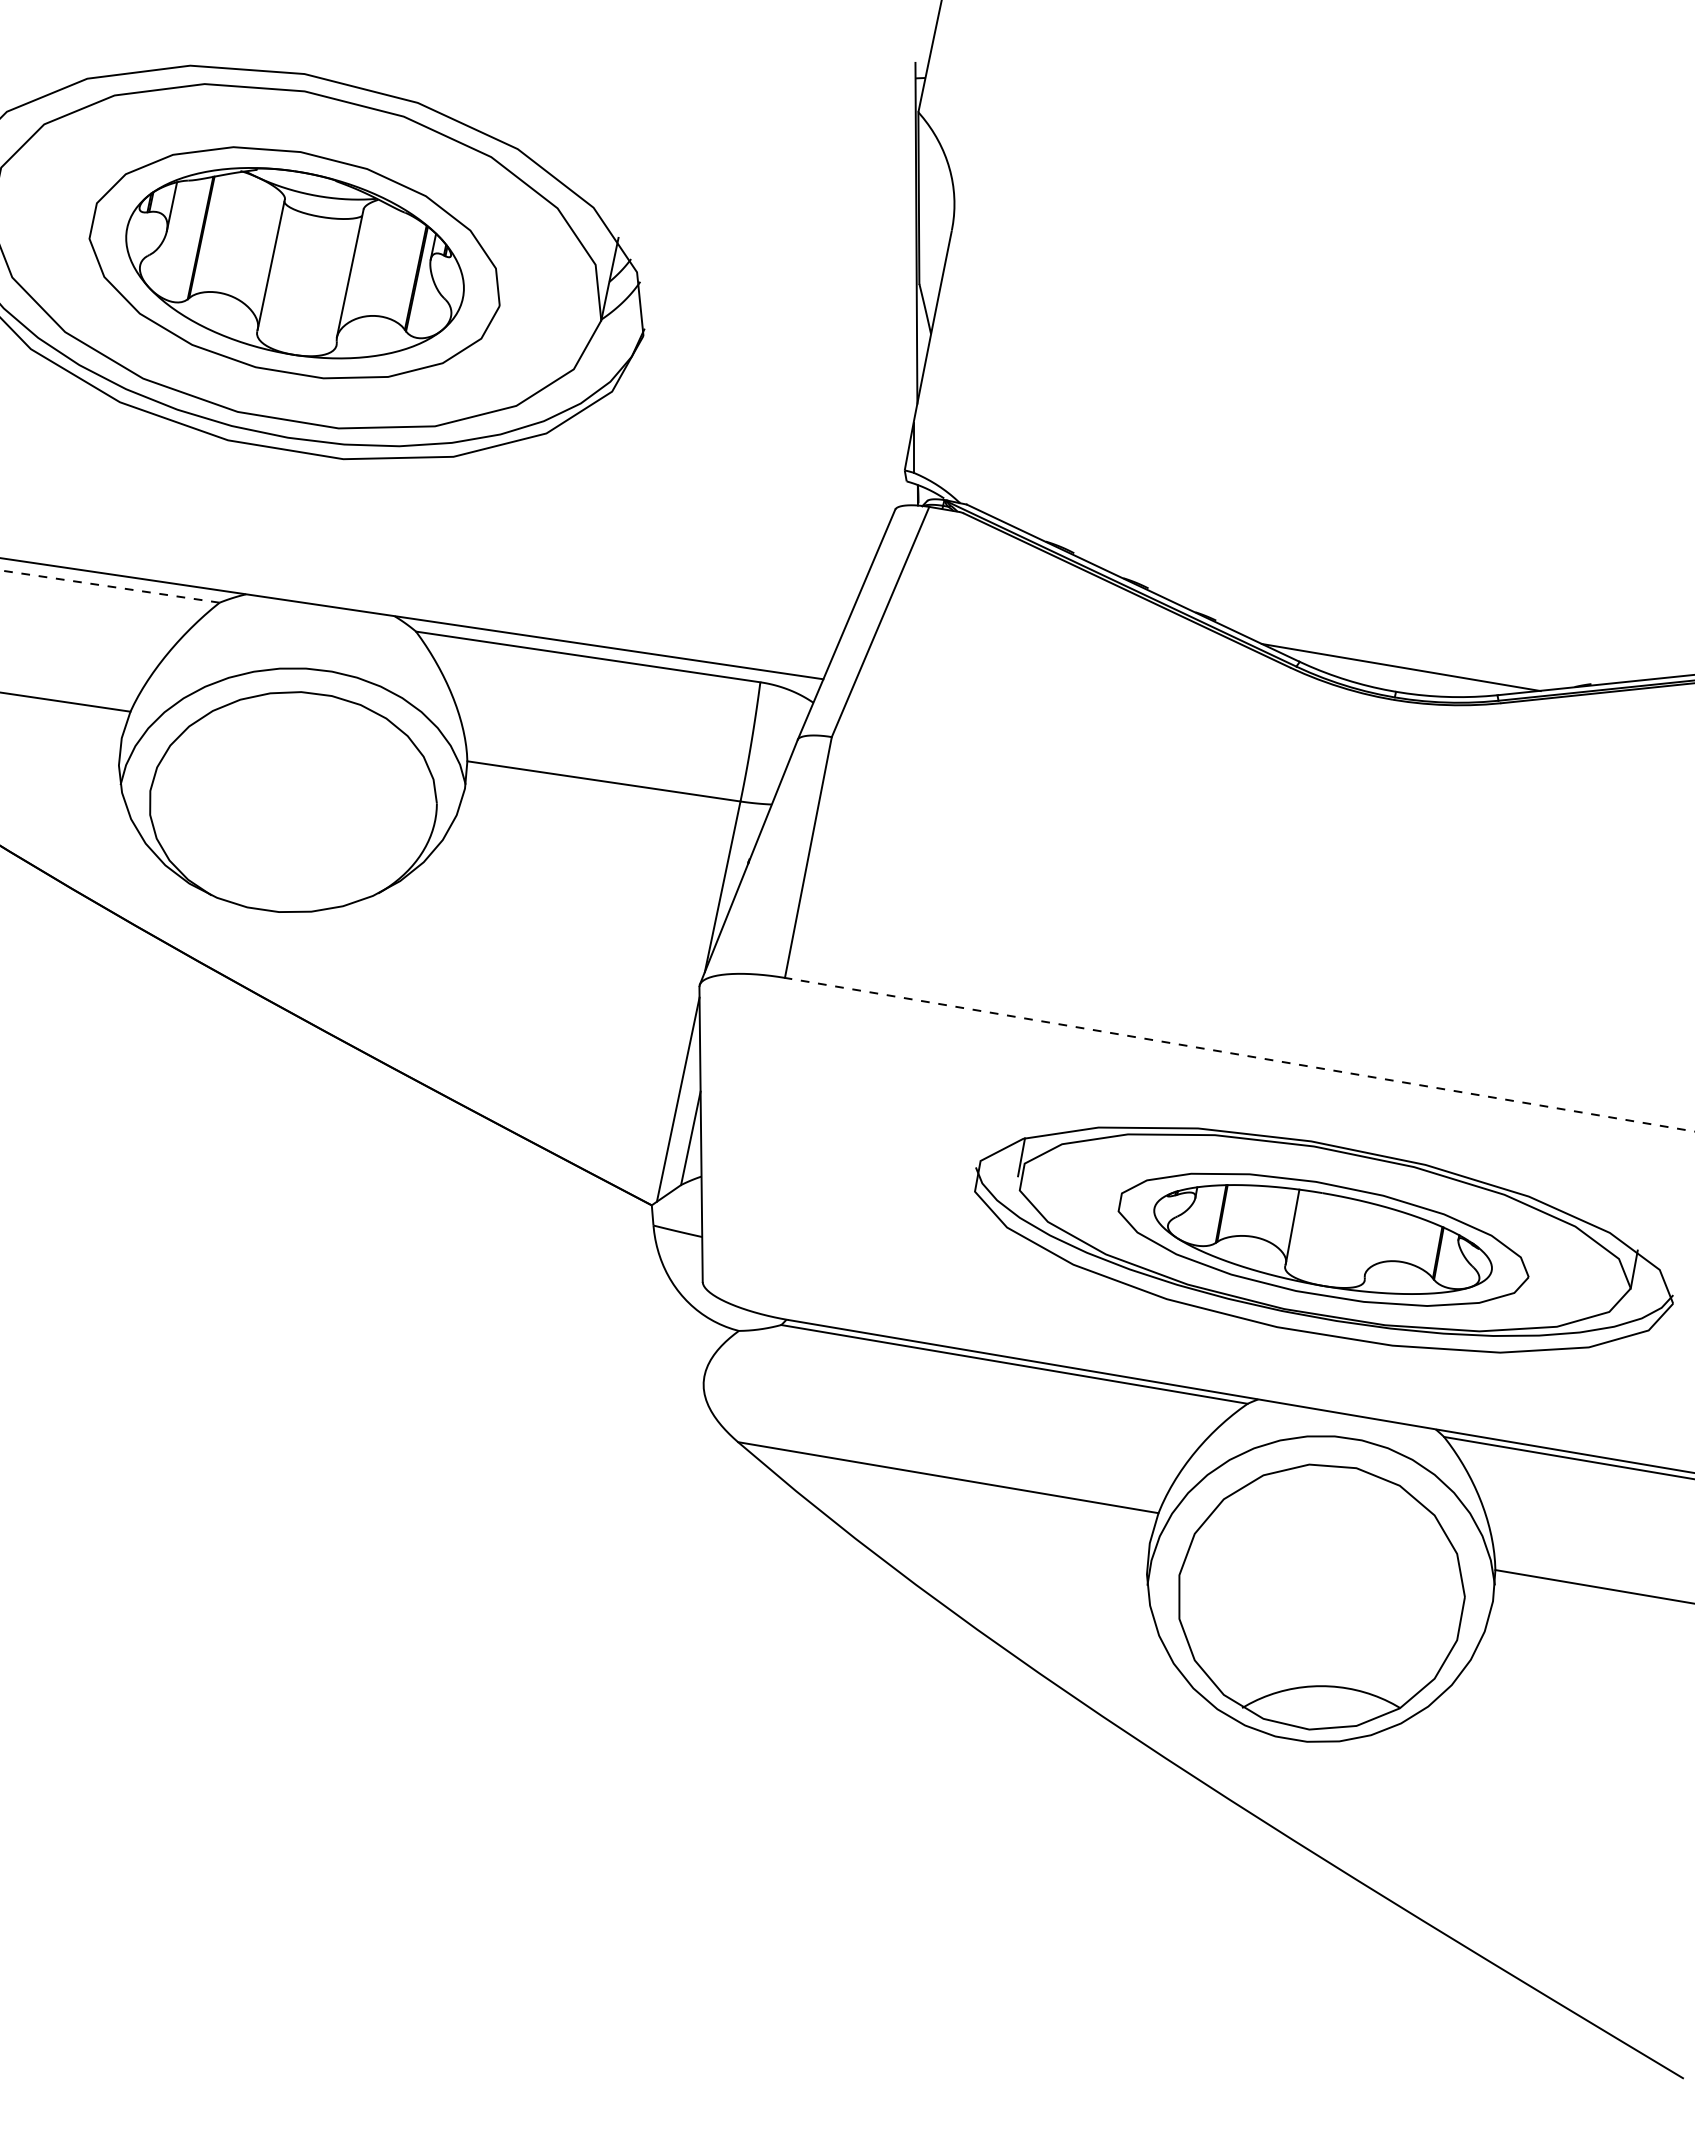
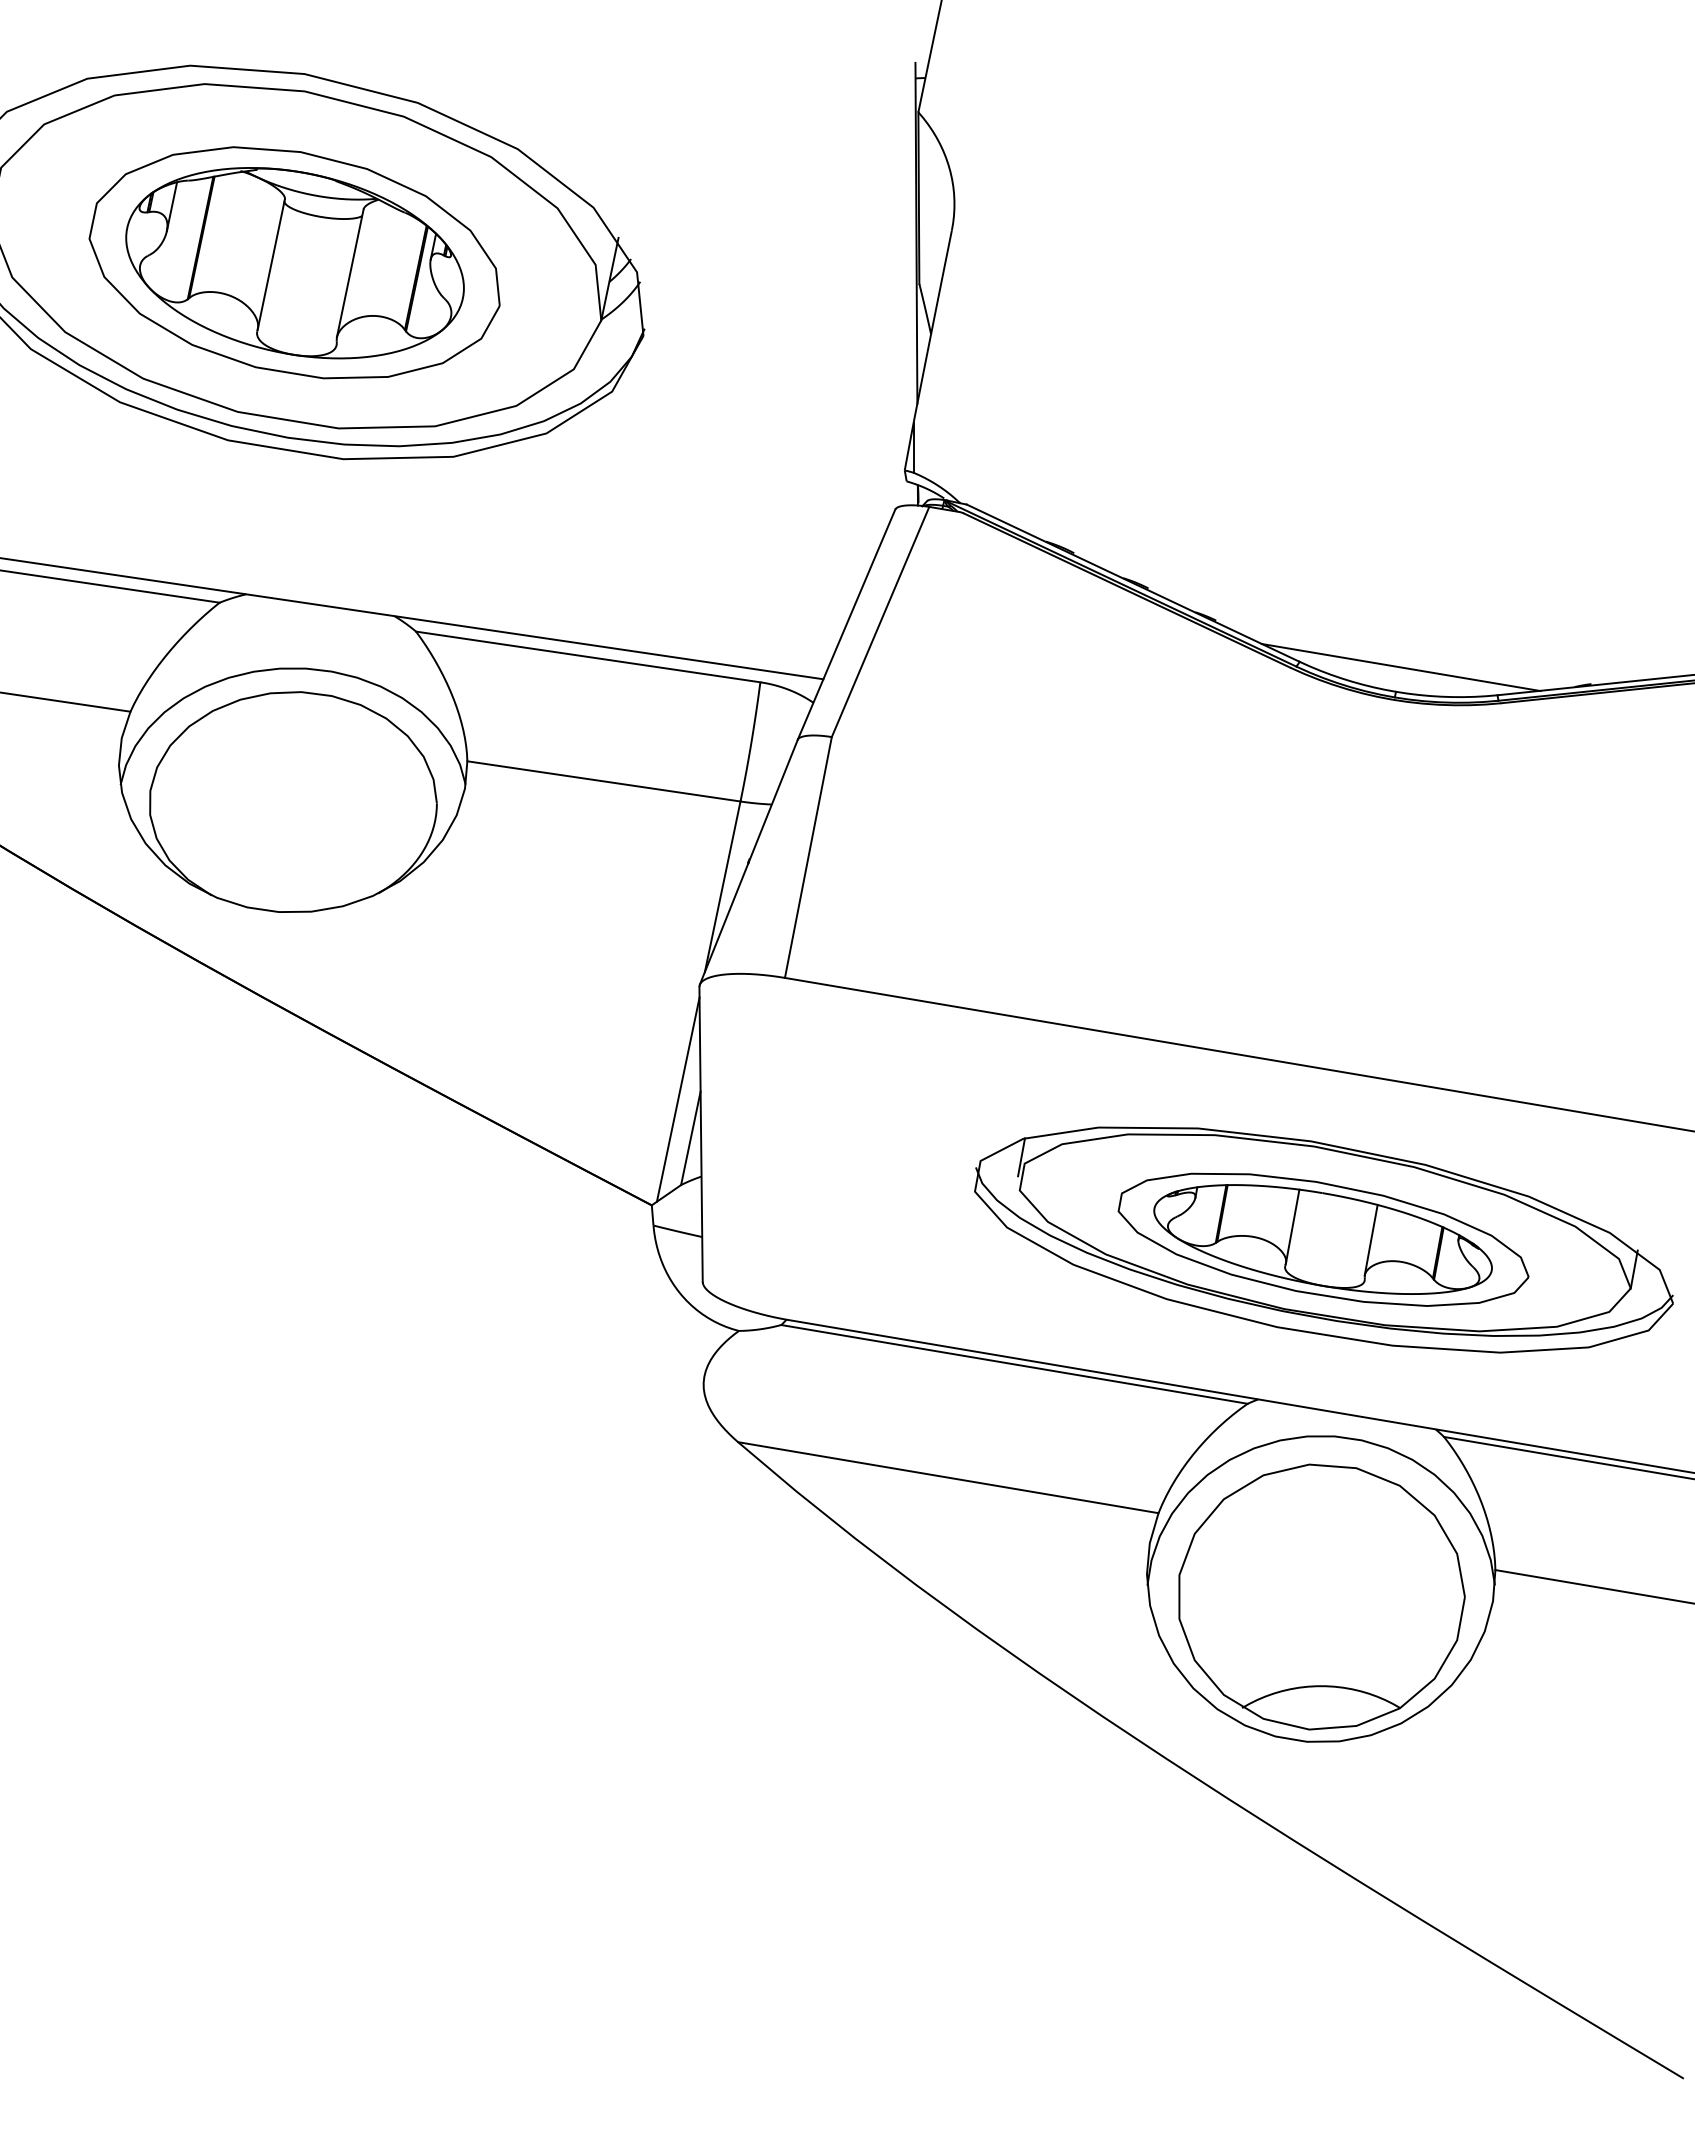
line at (109, 586): dashed -> solid
line at (1239, 1054): dashed -> solid
line at (1370, 1239): none -> present
